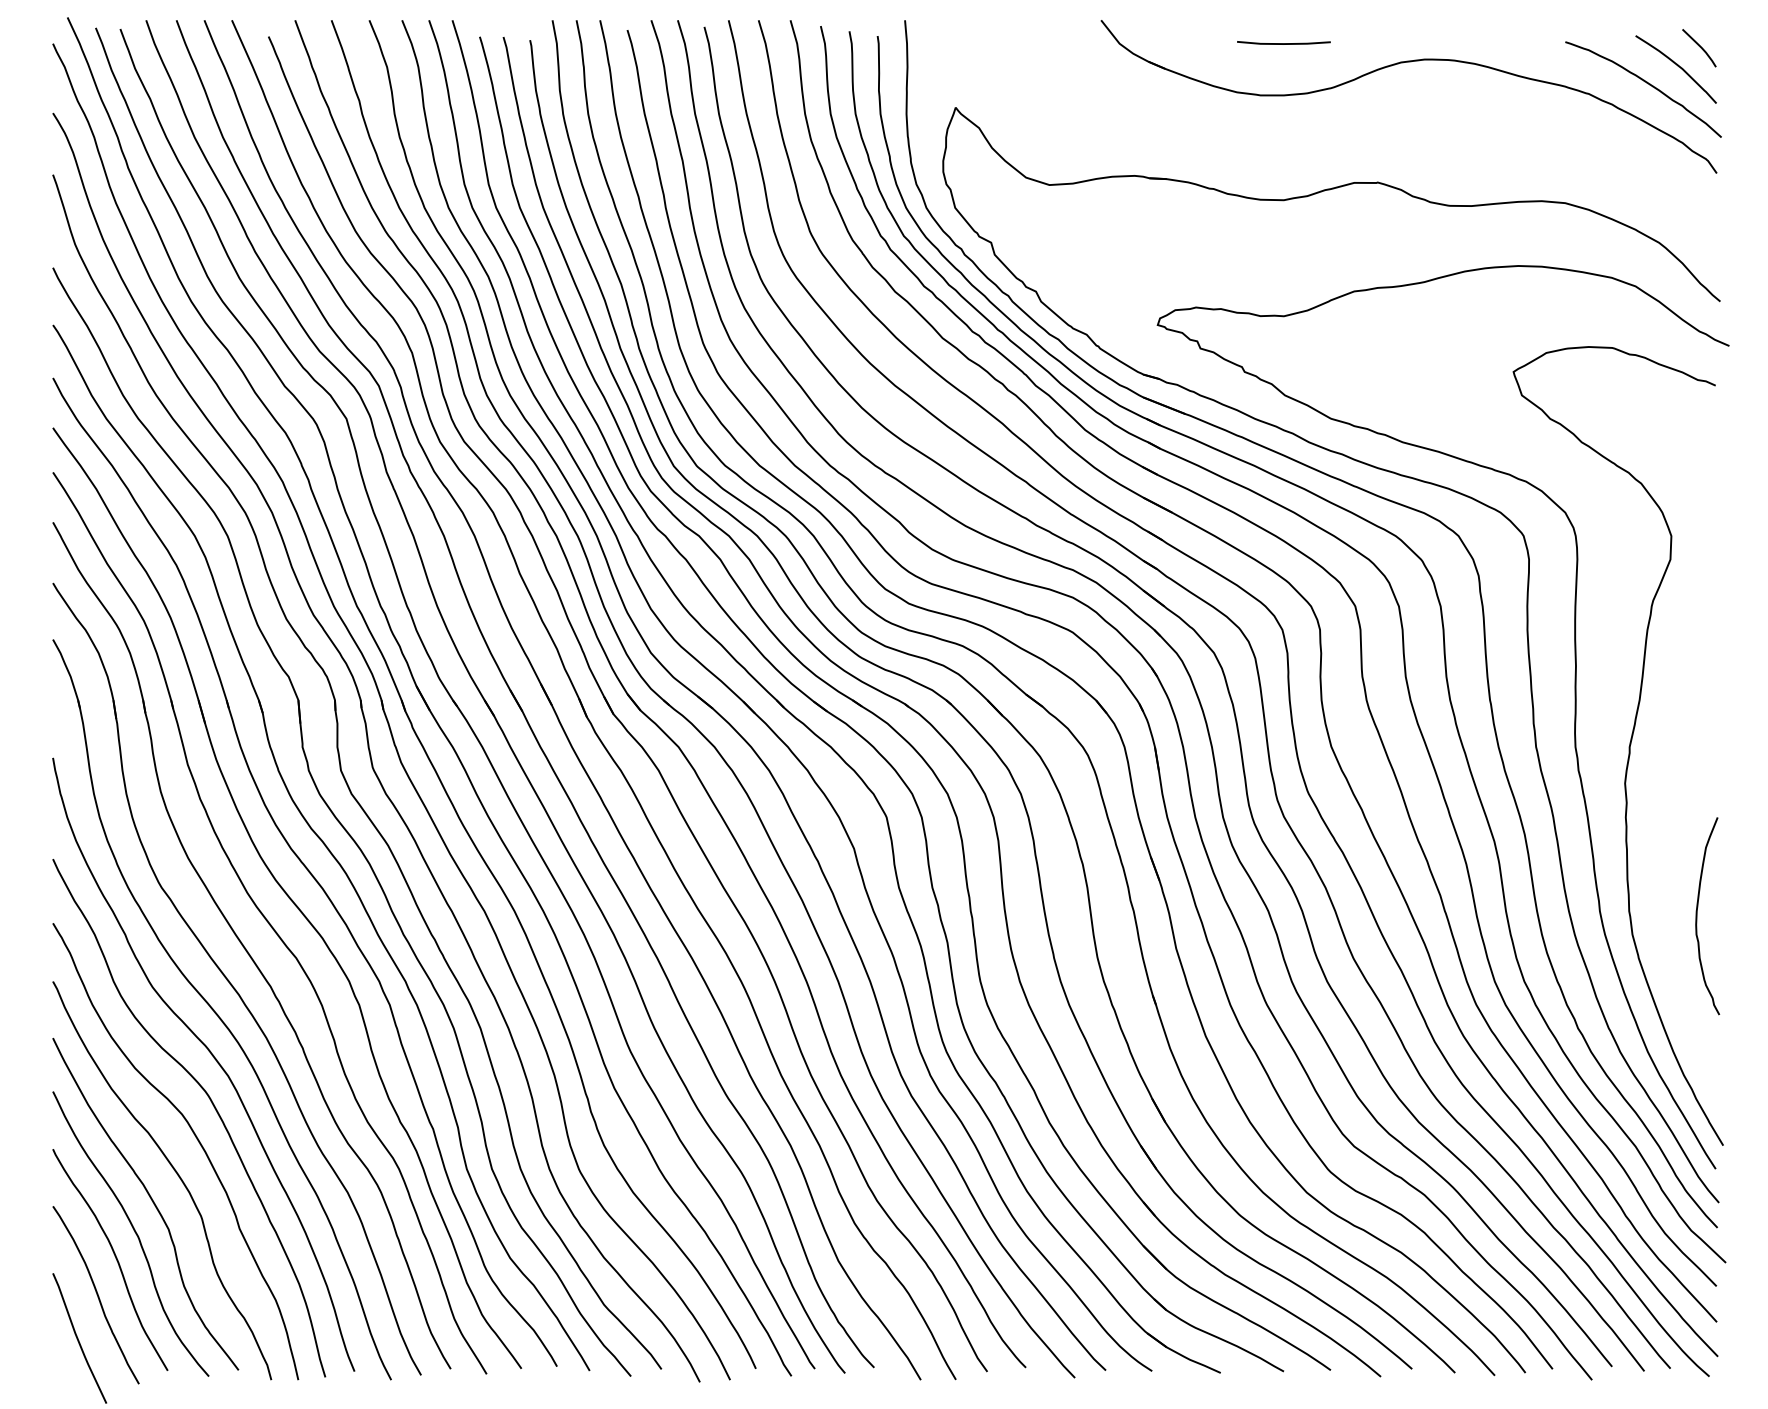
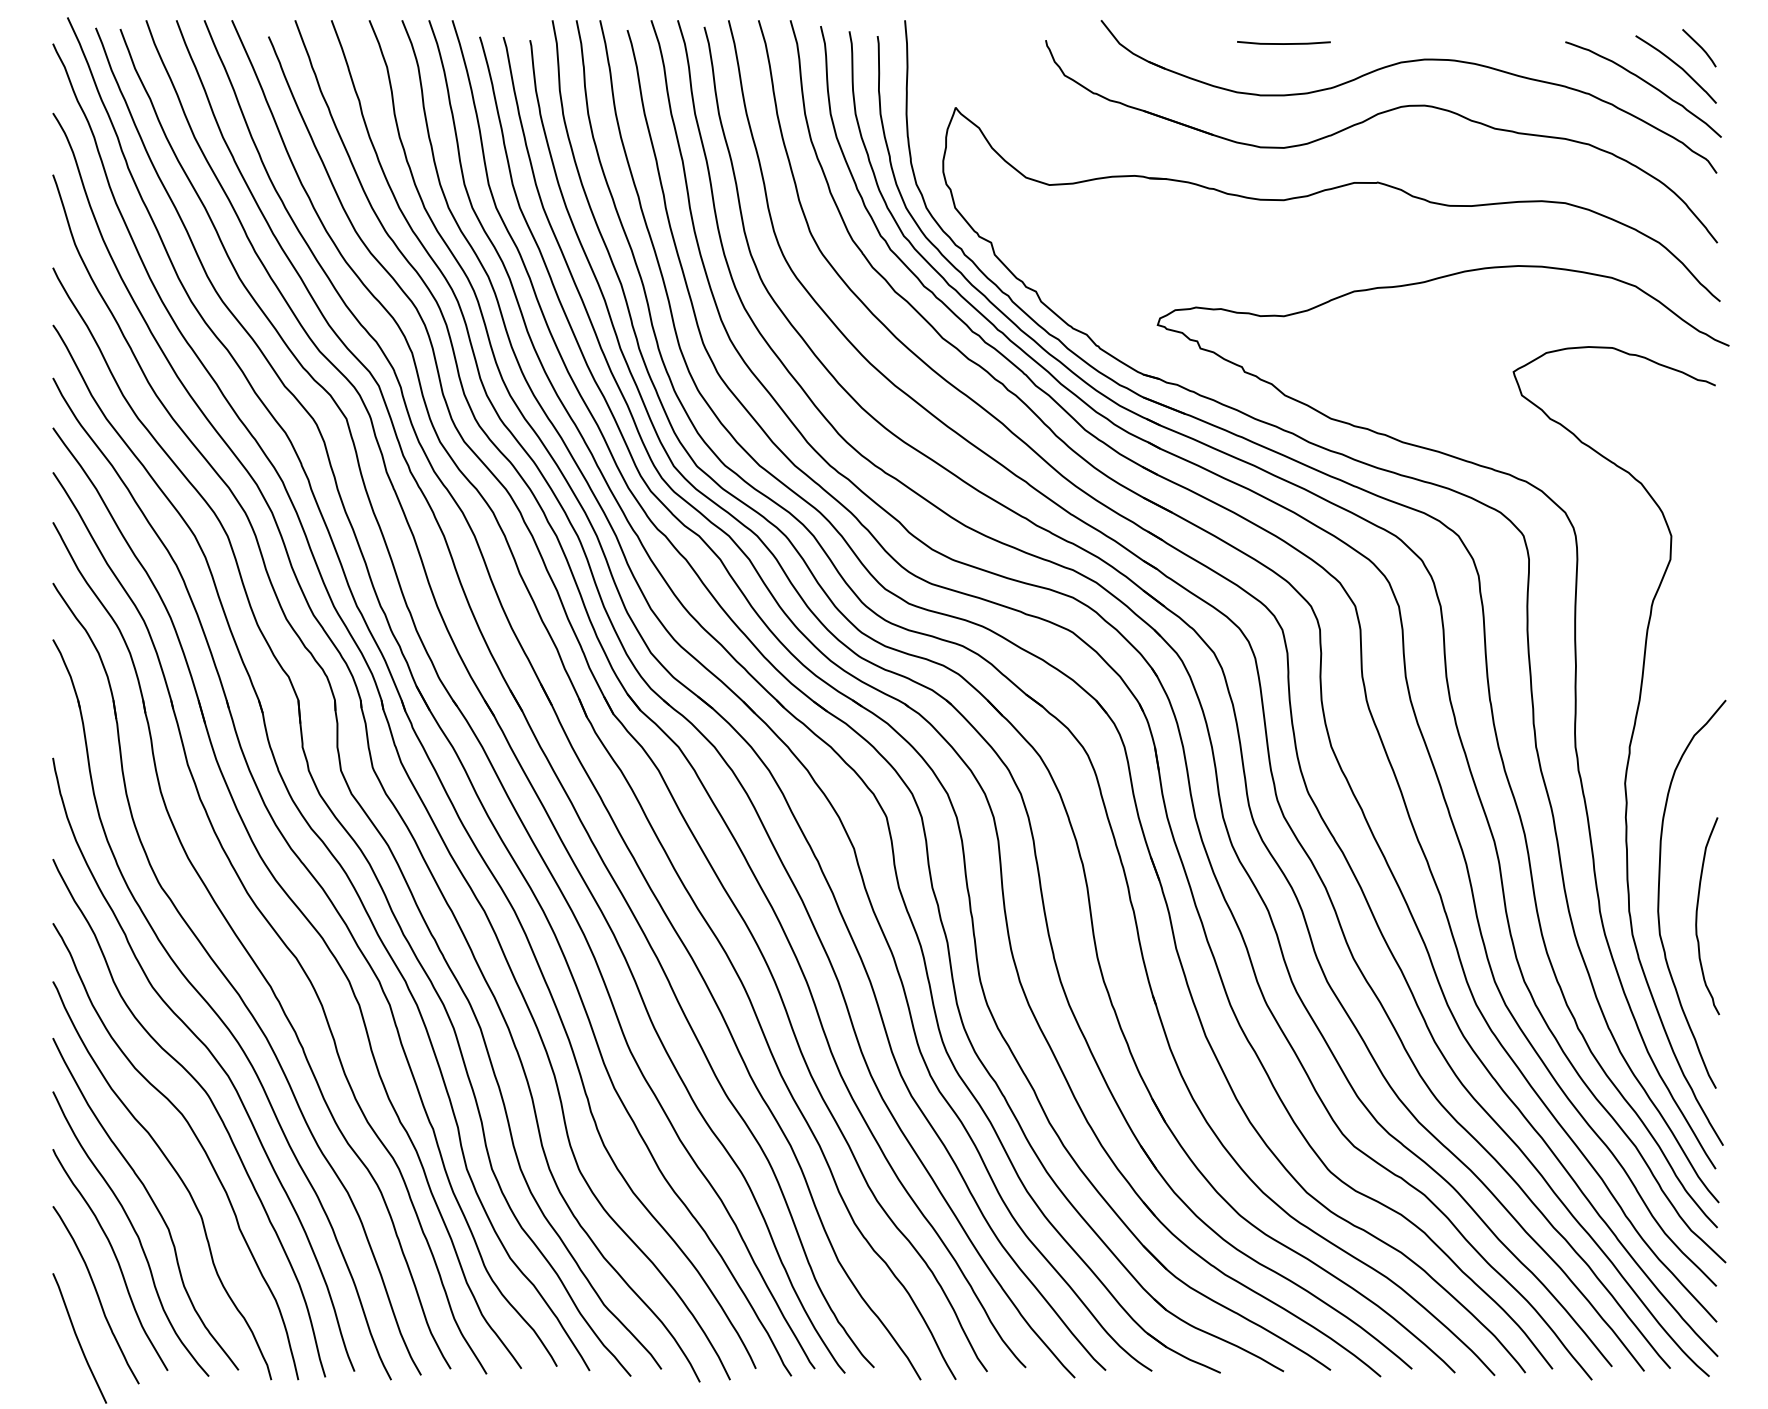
part at (1370, 119): none -> present
curve at (1659, 893): none -> present
